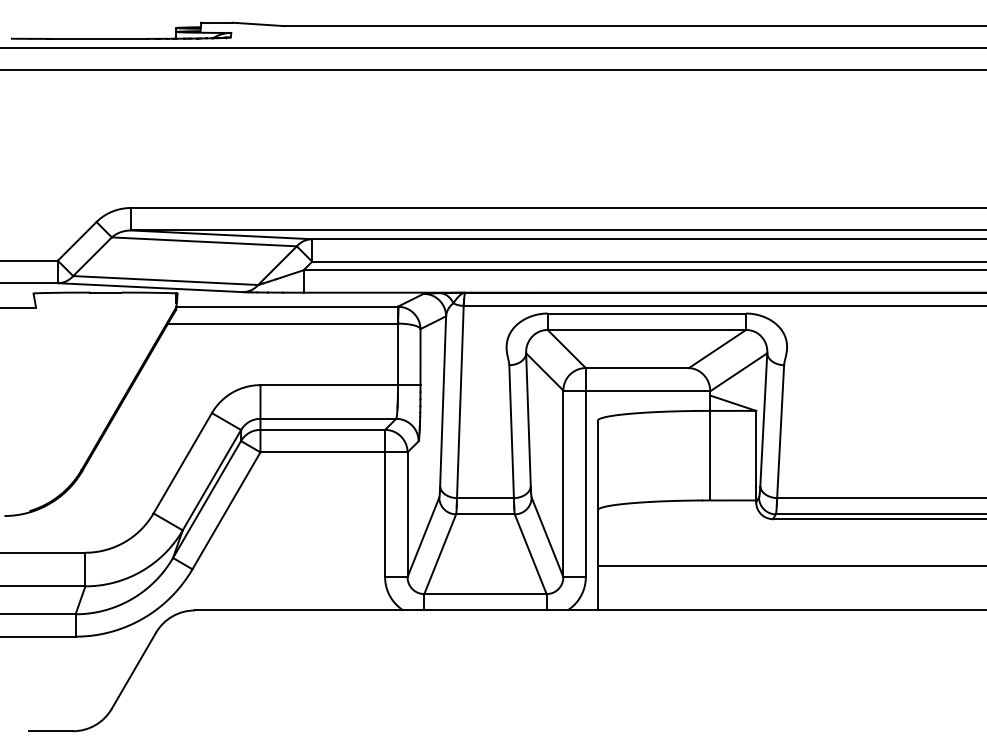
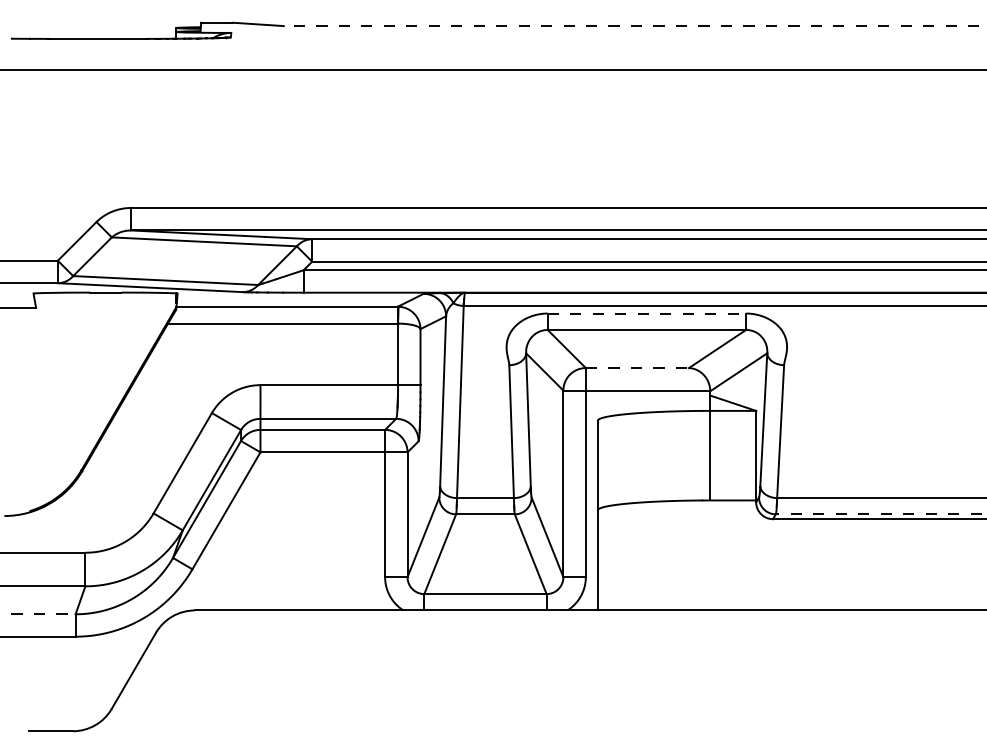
line at (634, 26): solid -> dashed
line at (492, 47): present -> none
line at (647, 313): solid -> dashed
line at (637, 368): solid -> dashed
line at (880, 514): solid -> dashed
line at (790, 565): present -> none
line at (37, 614): solid -> dashed
